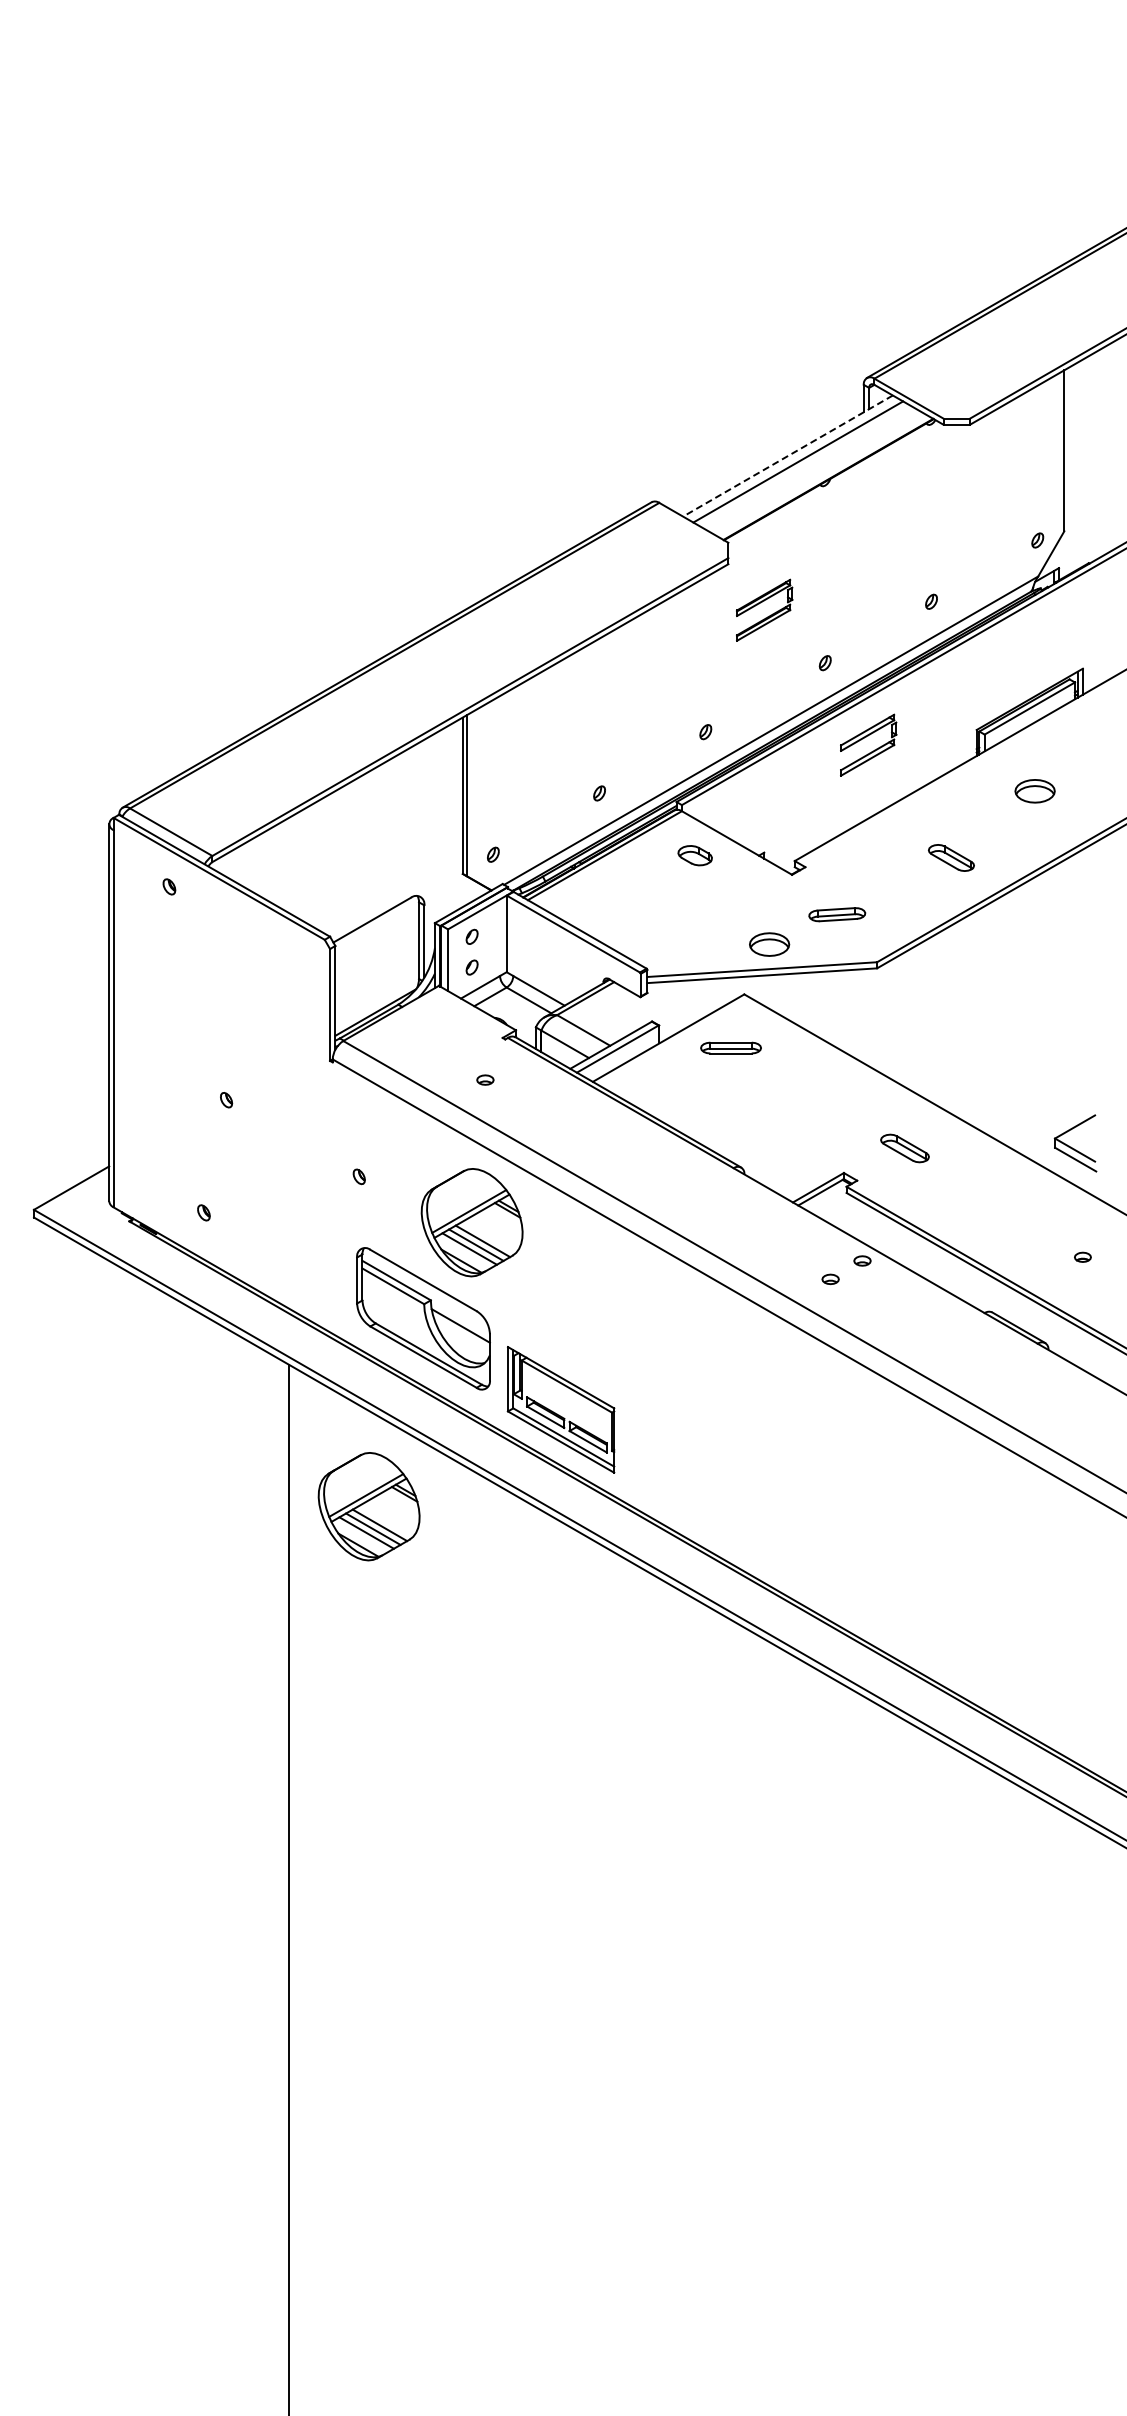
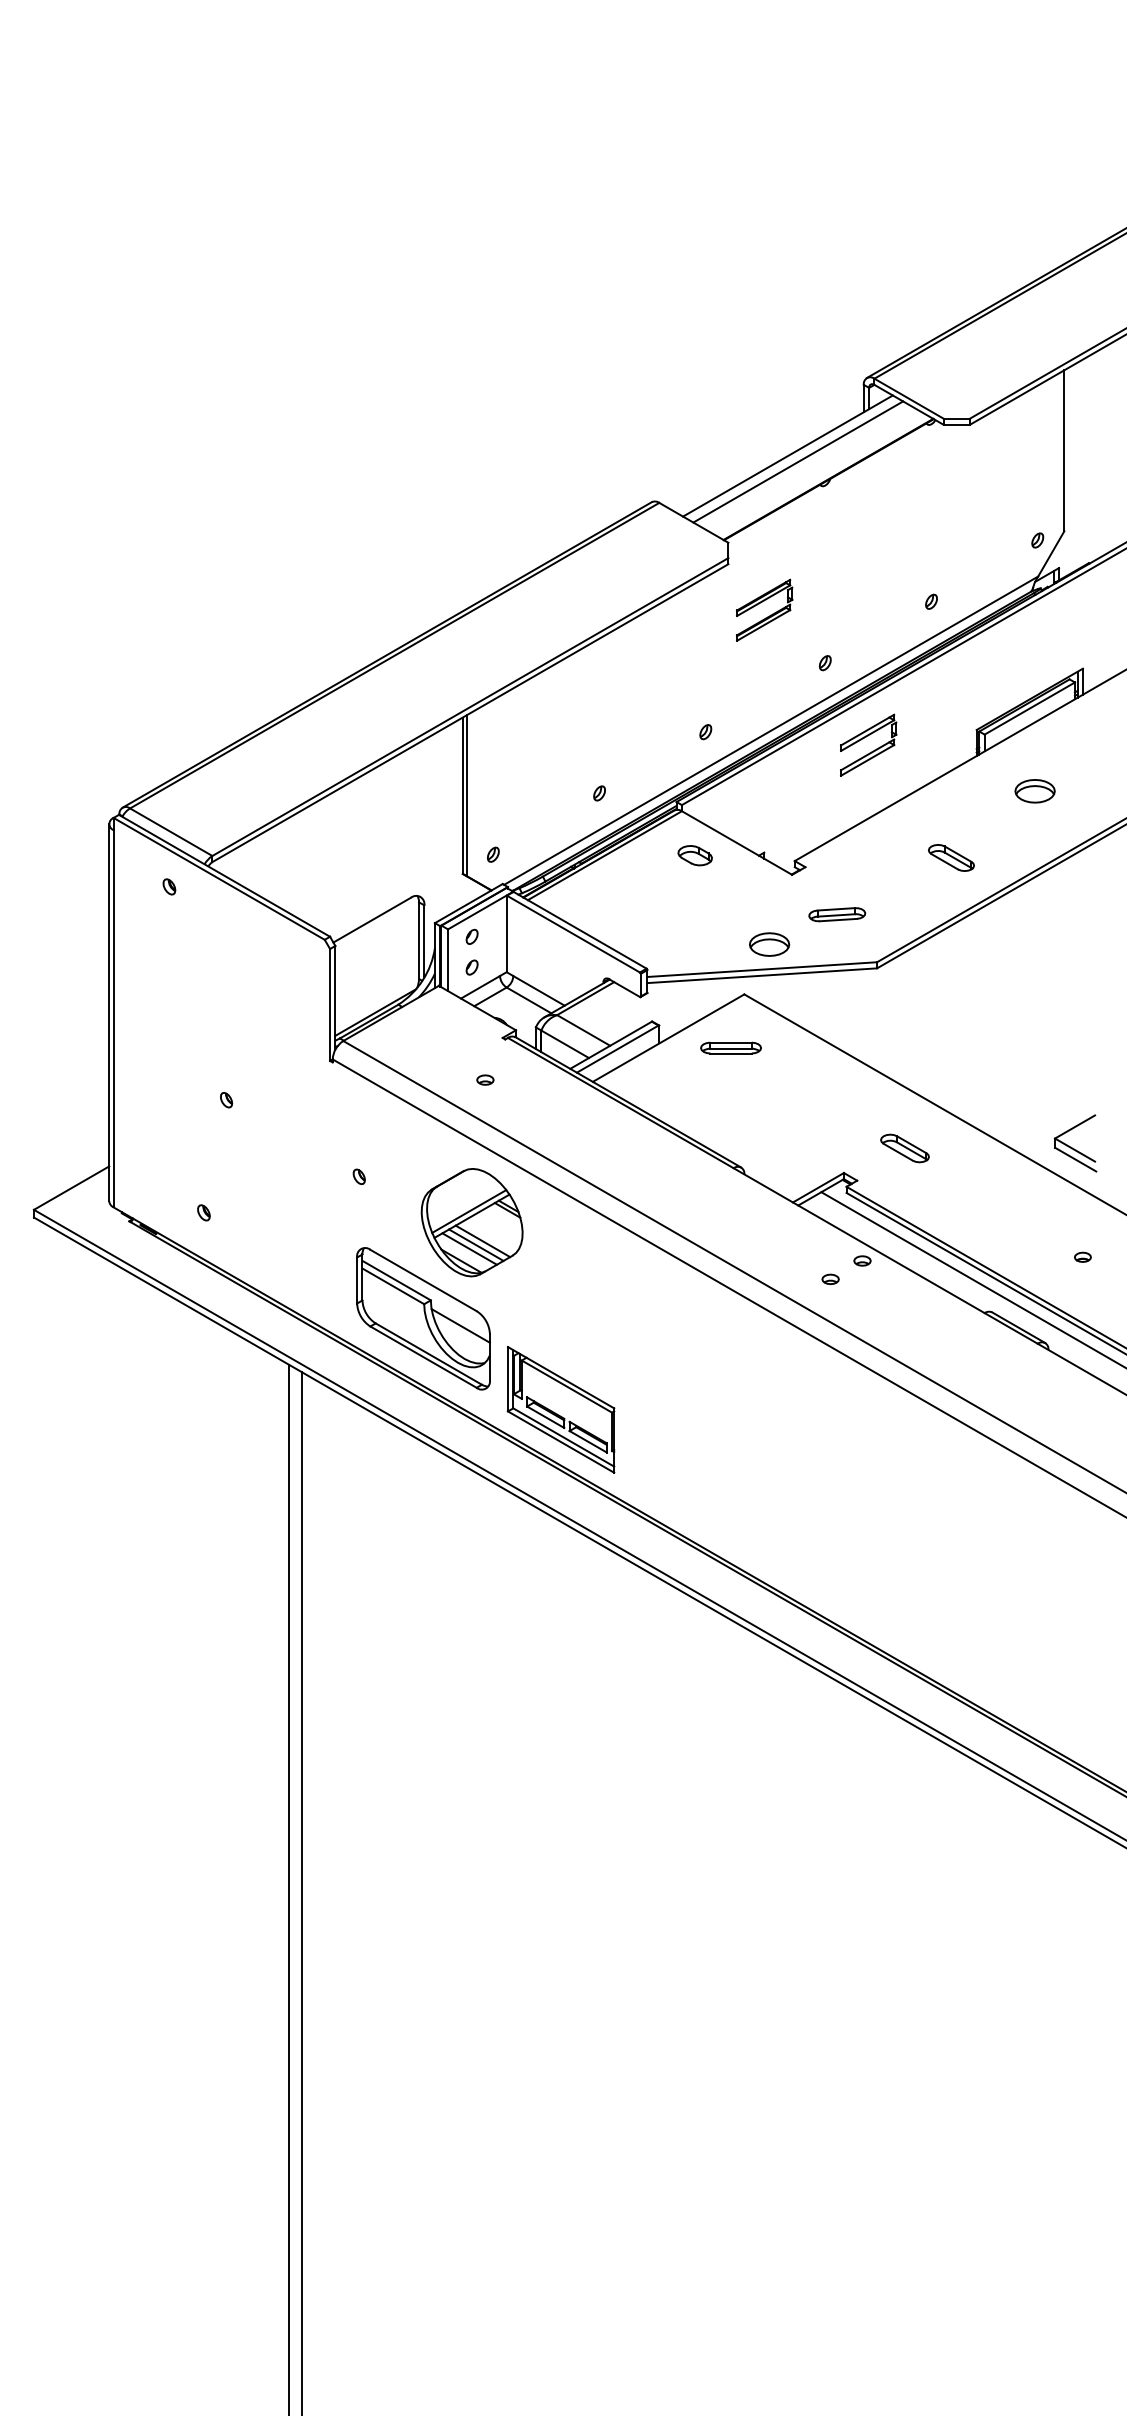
line at (787, 456): dashed -> solid
line at (972, 1279): none -> present
part at (368, 1506): present -> none
line at (302, 1892): none -> present
